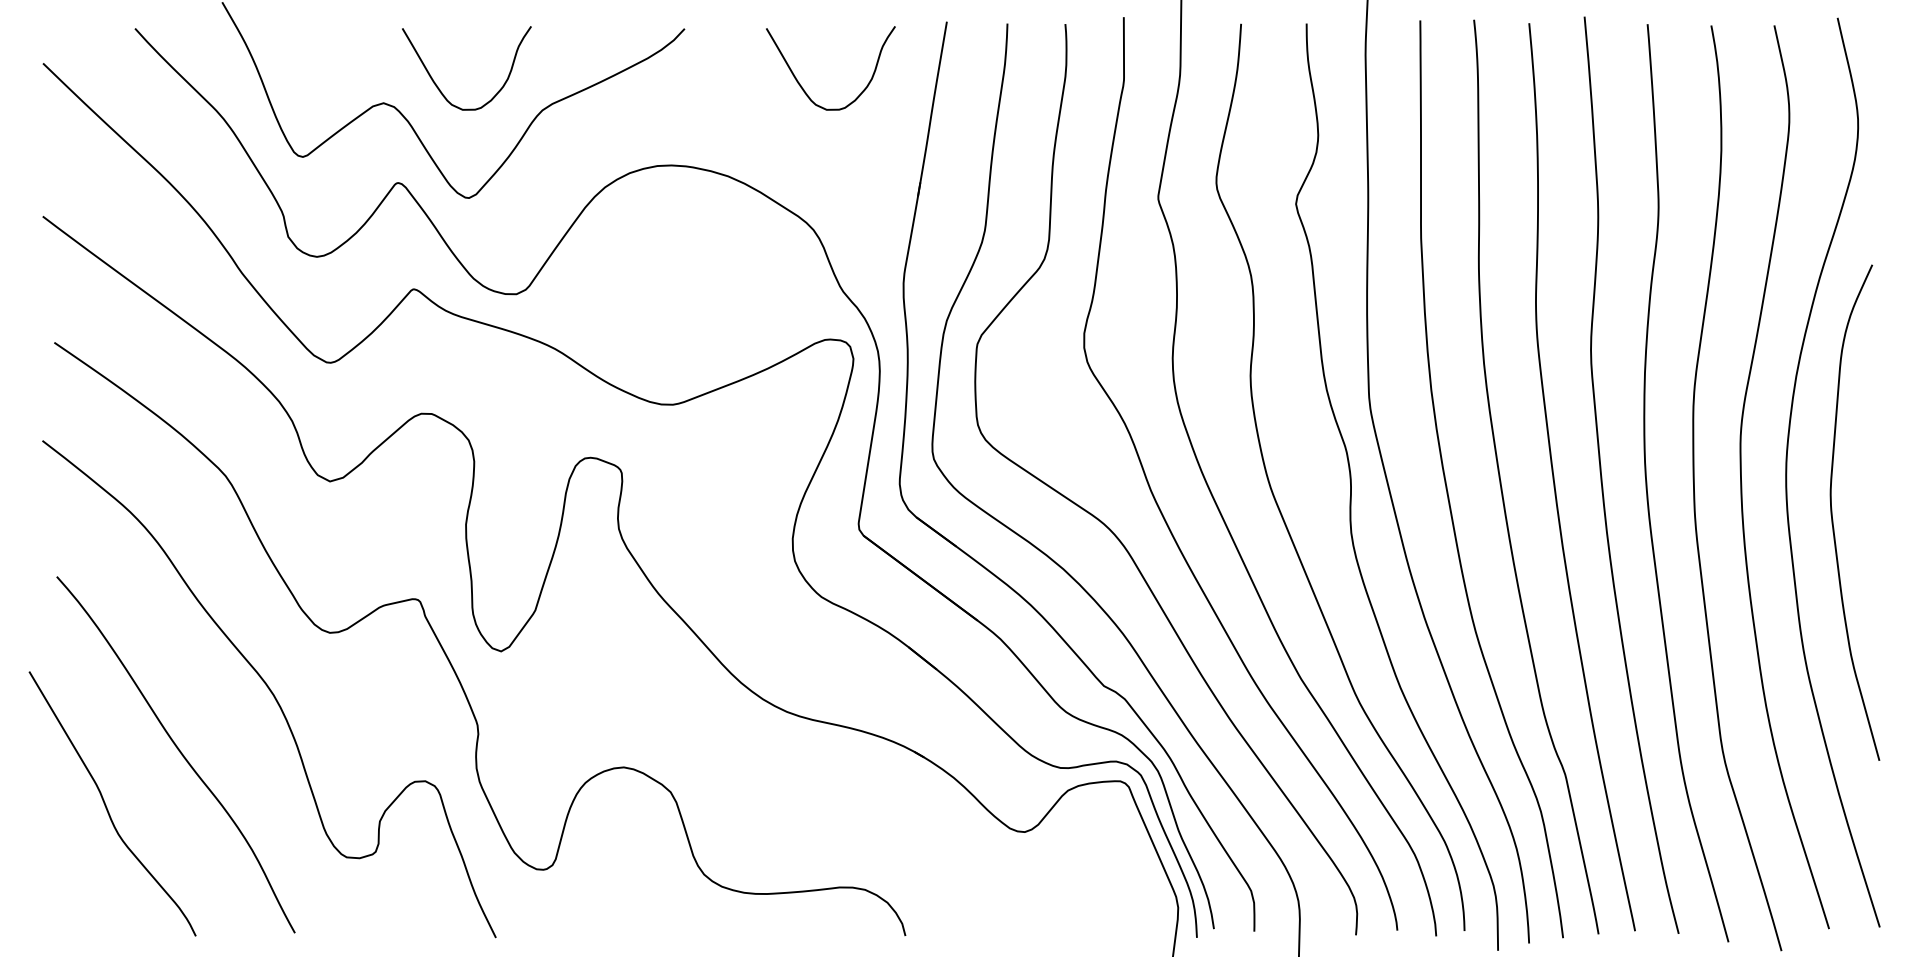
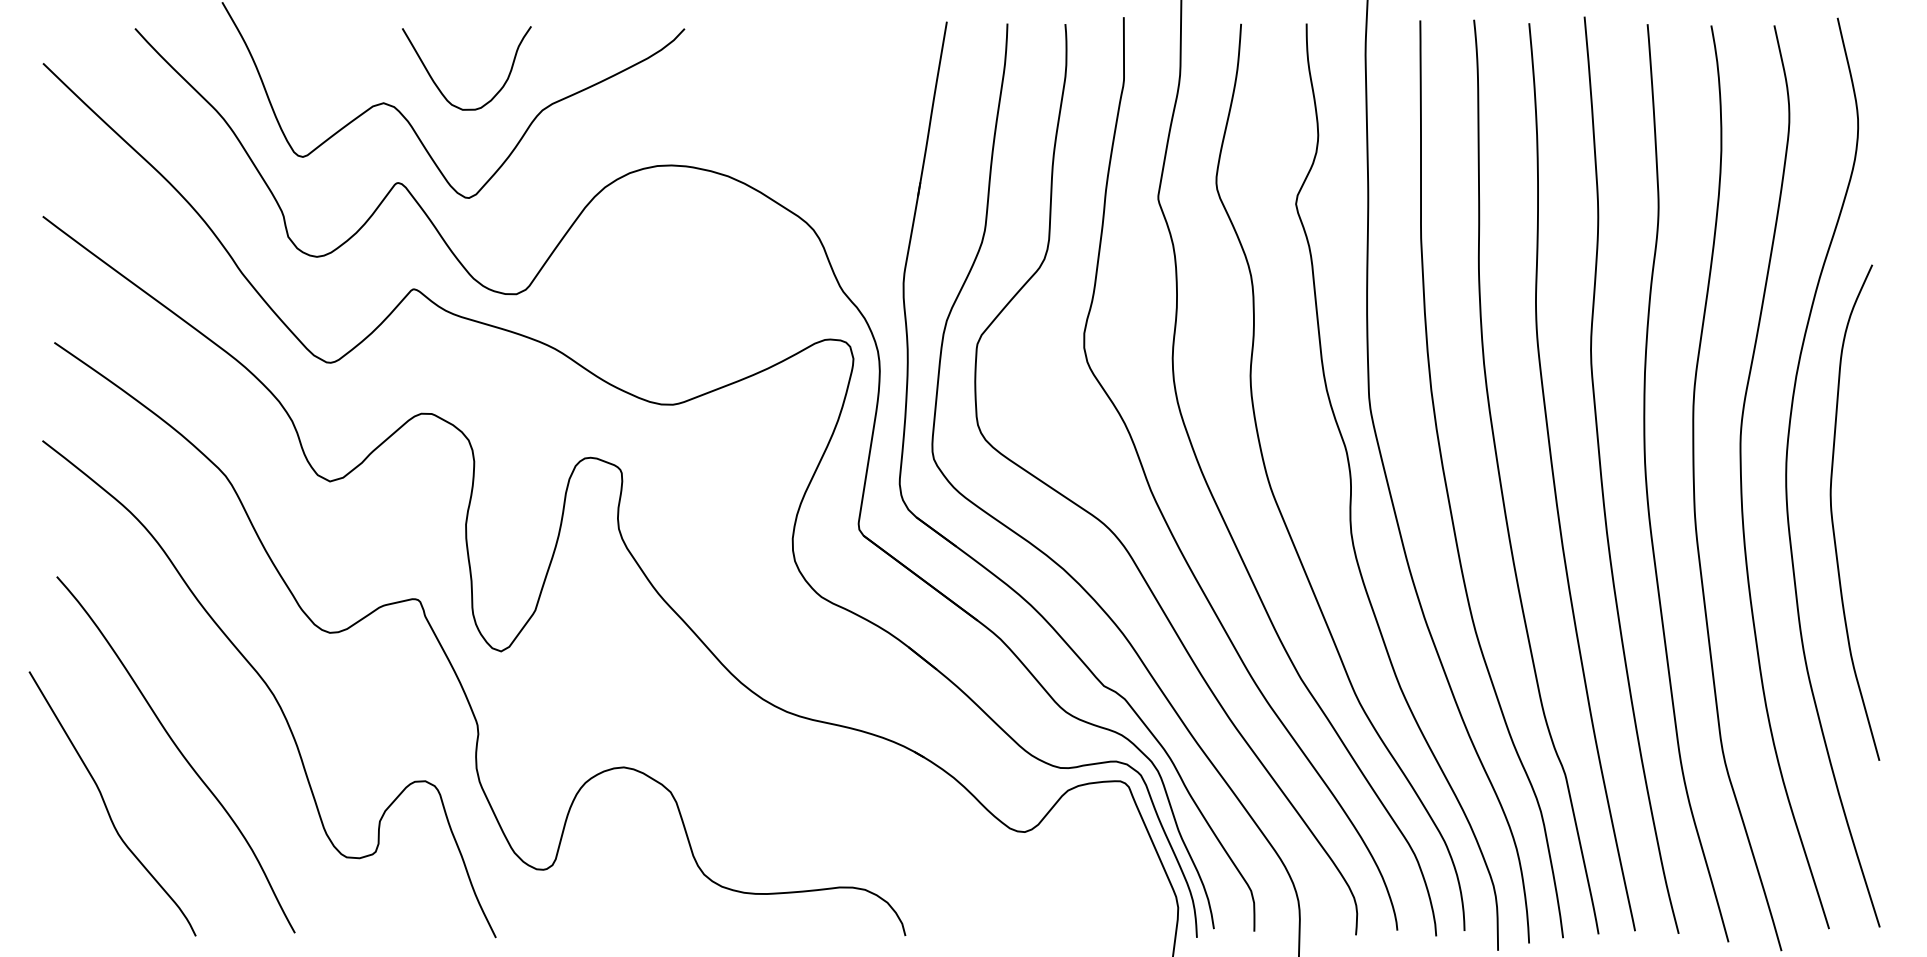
curve at (802, 86): present -> none
